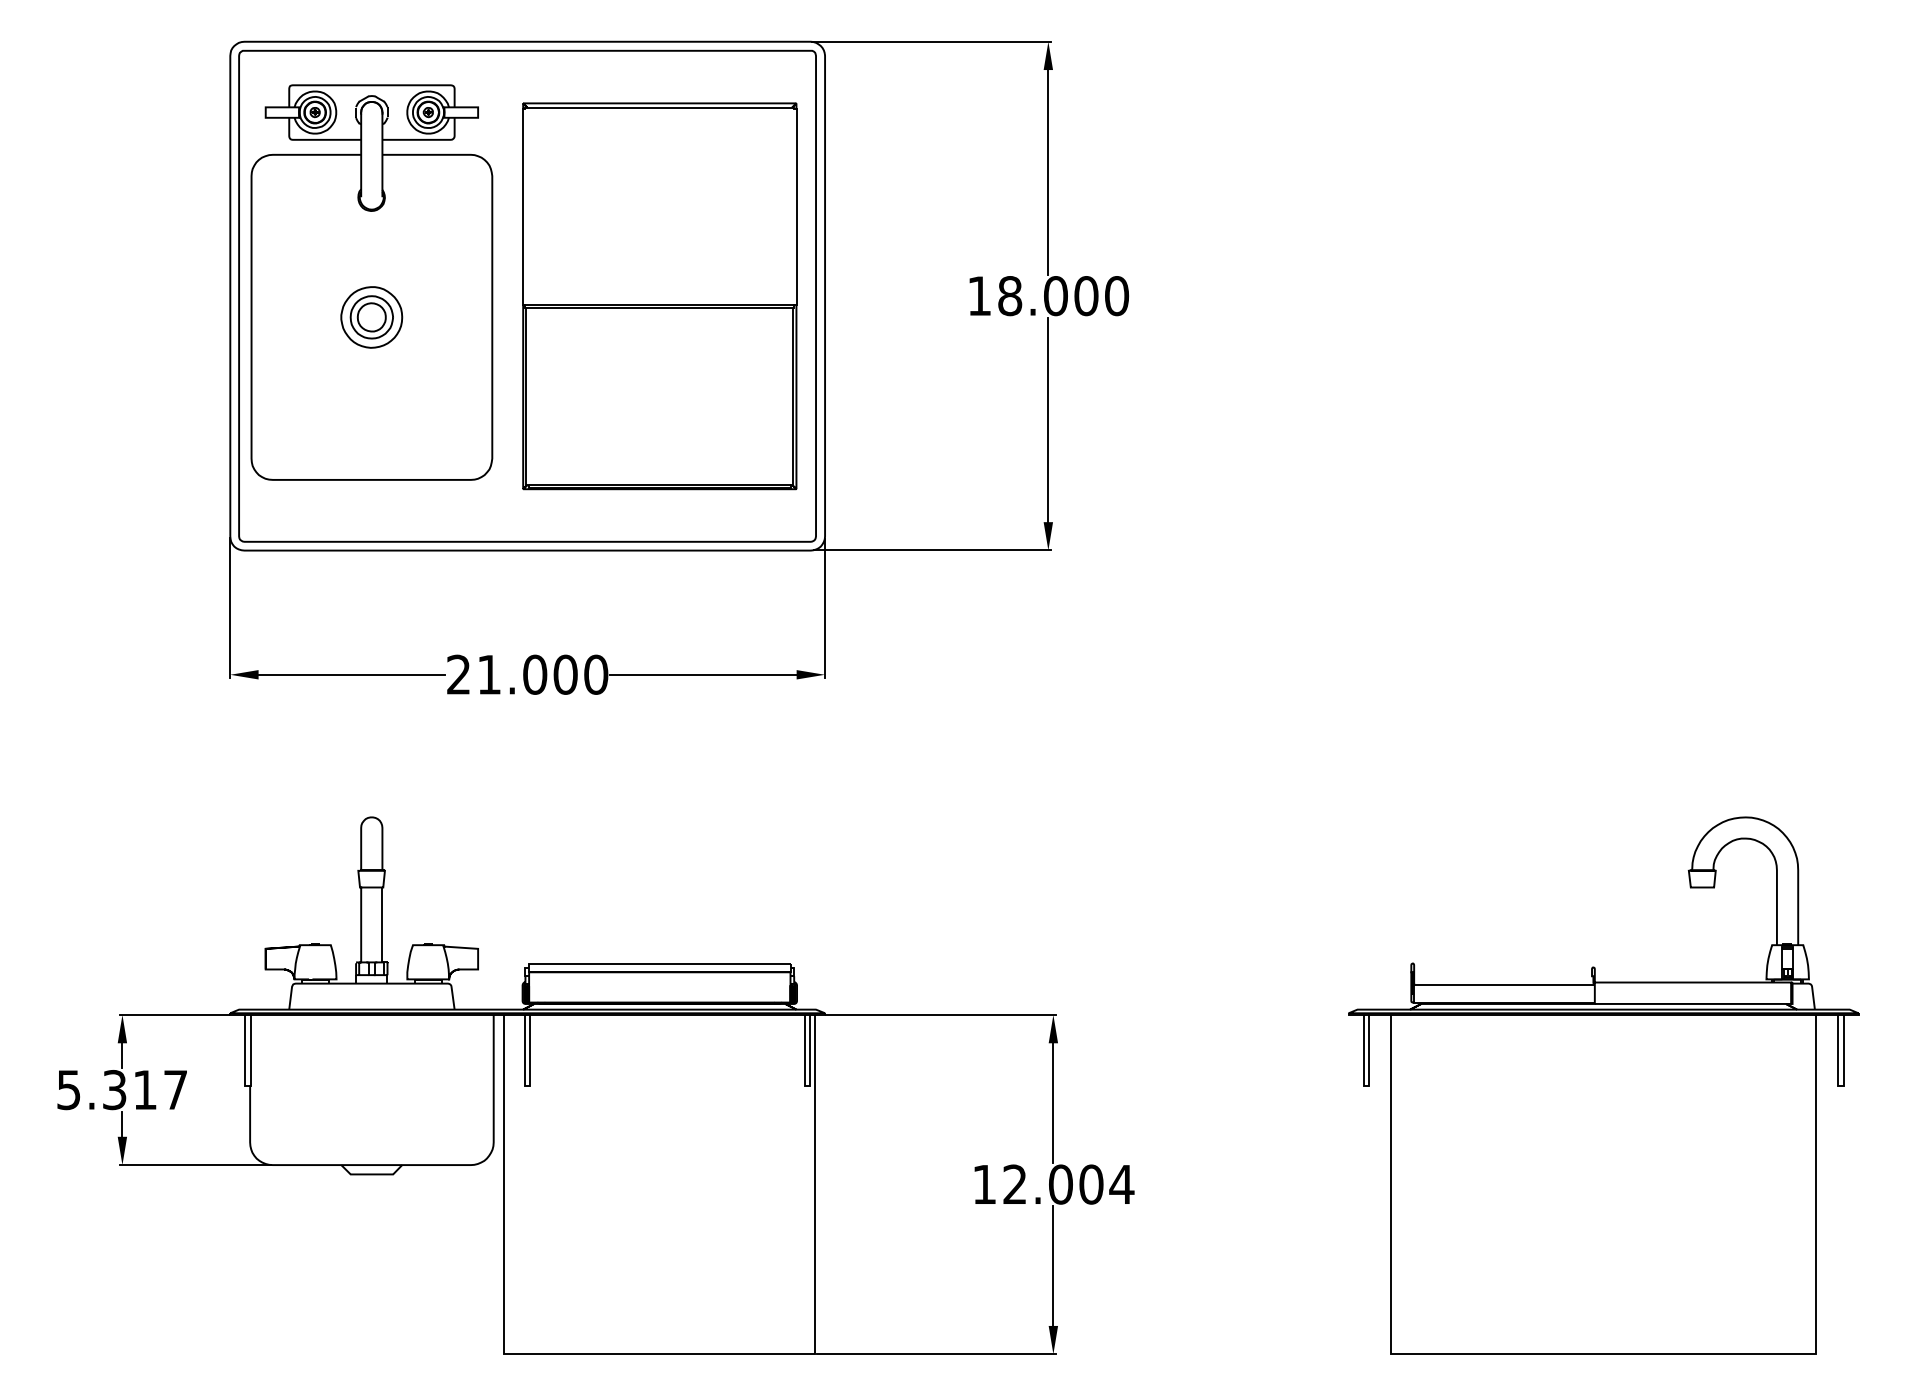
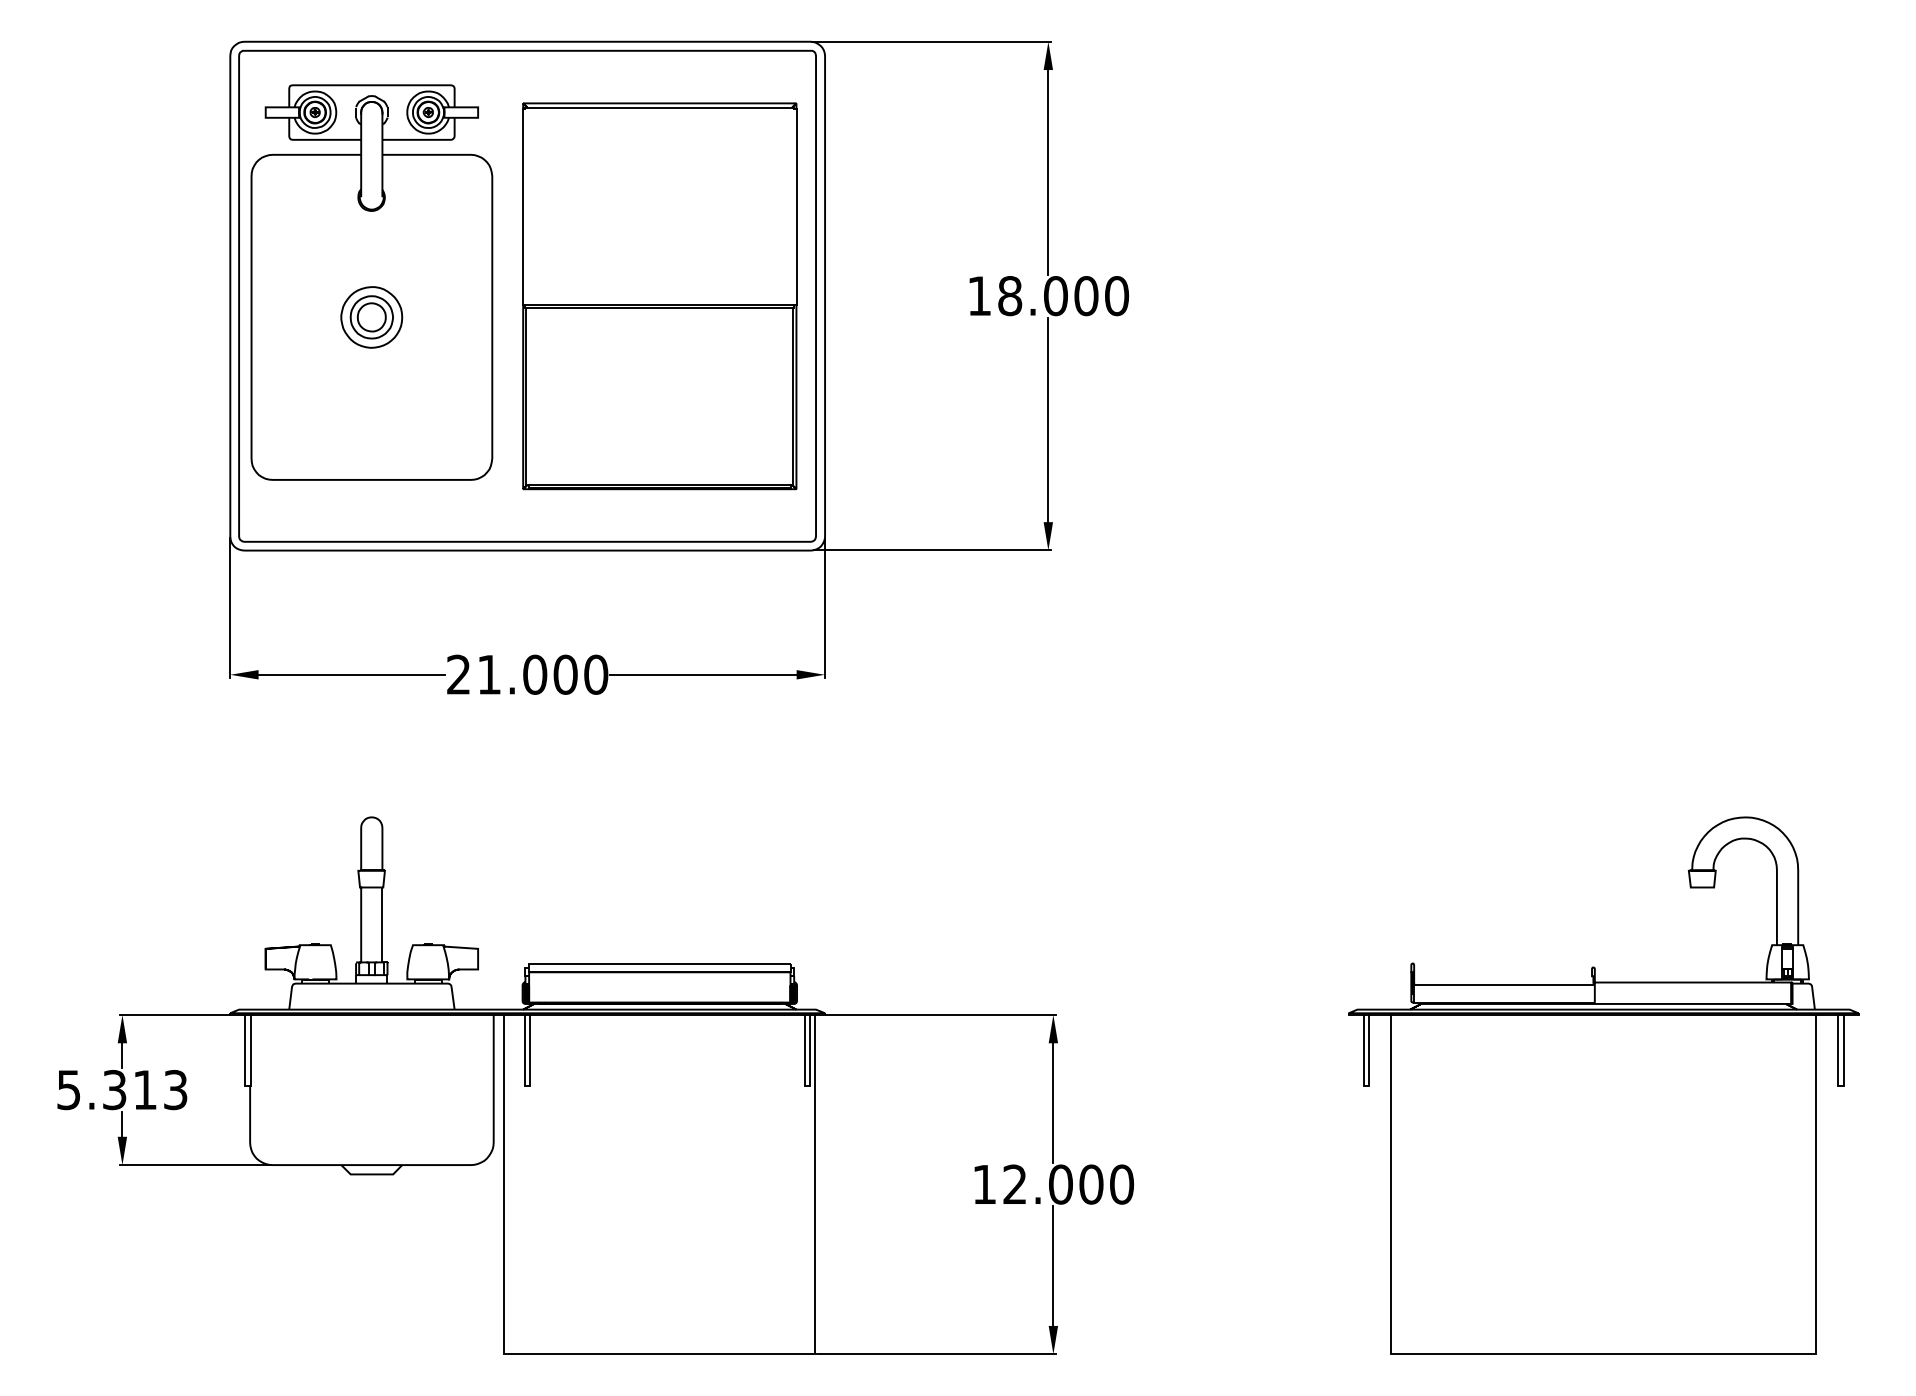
text at (175, 1090): 5.317 -> 5.313
text at (1121, 1184): 12.004 -> 12.000
